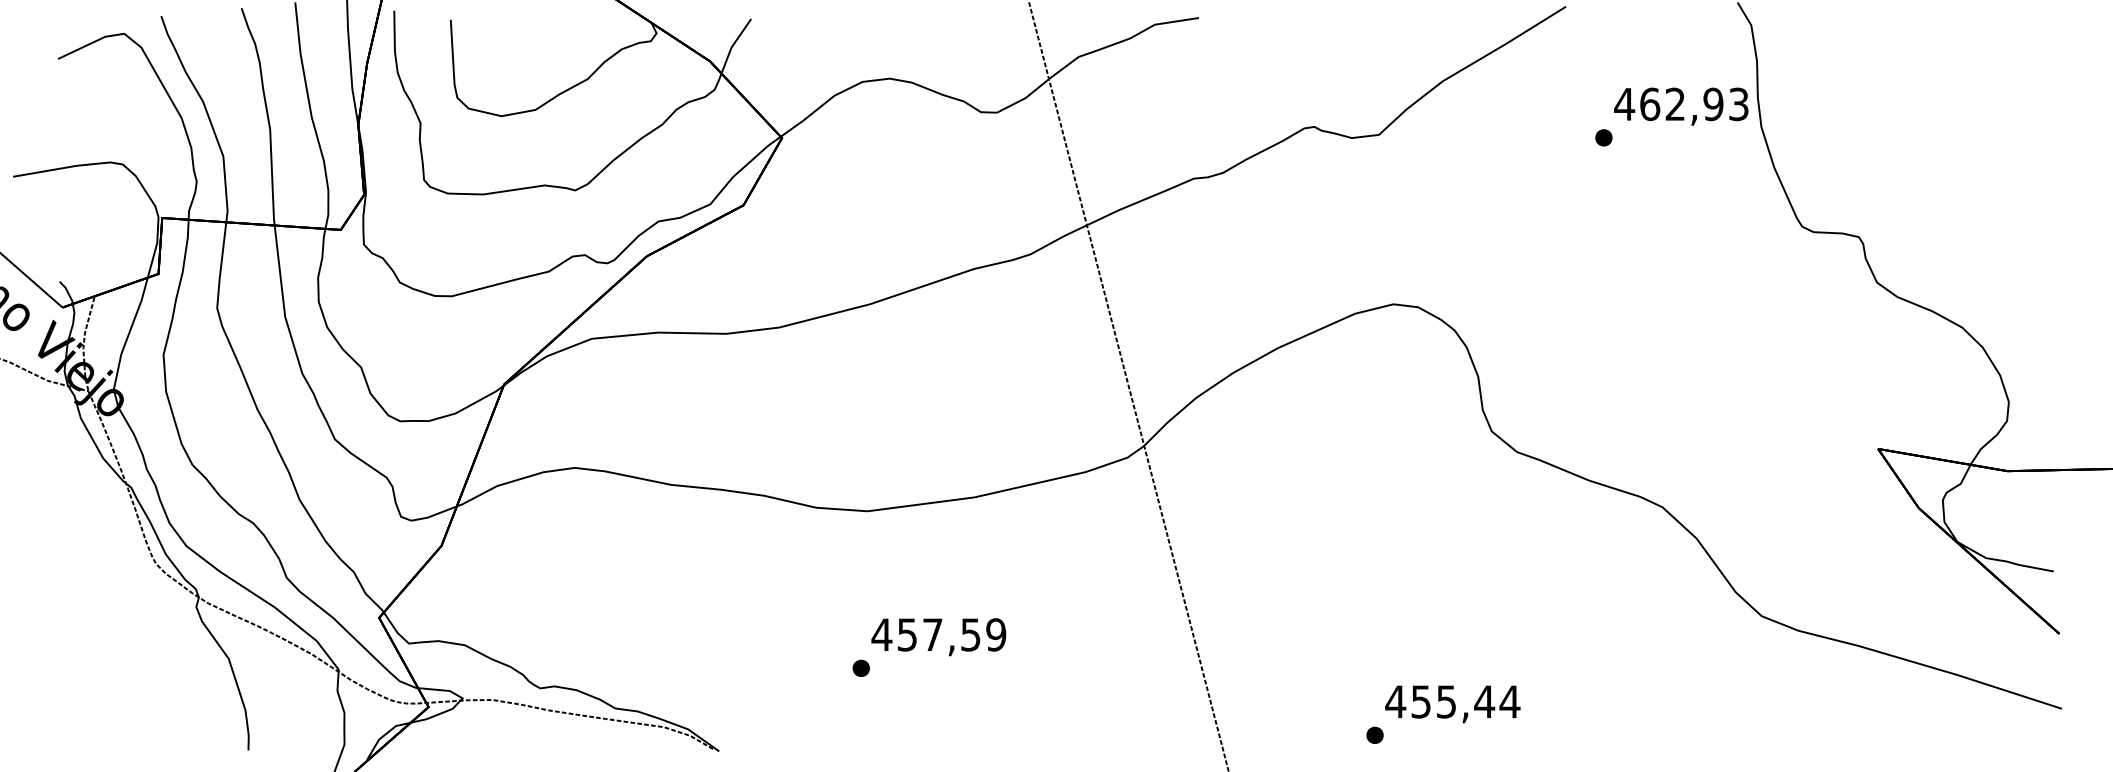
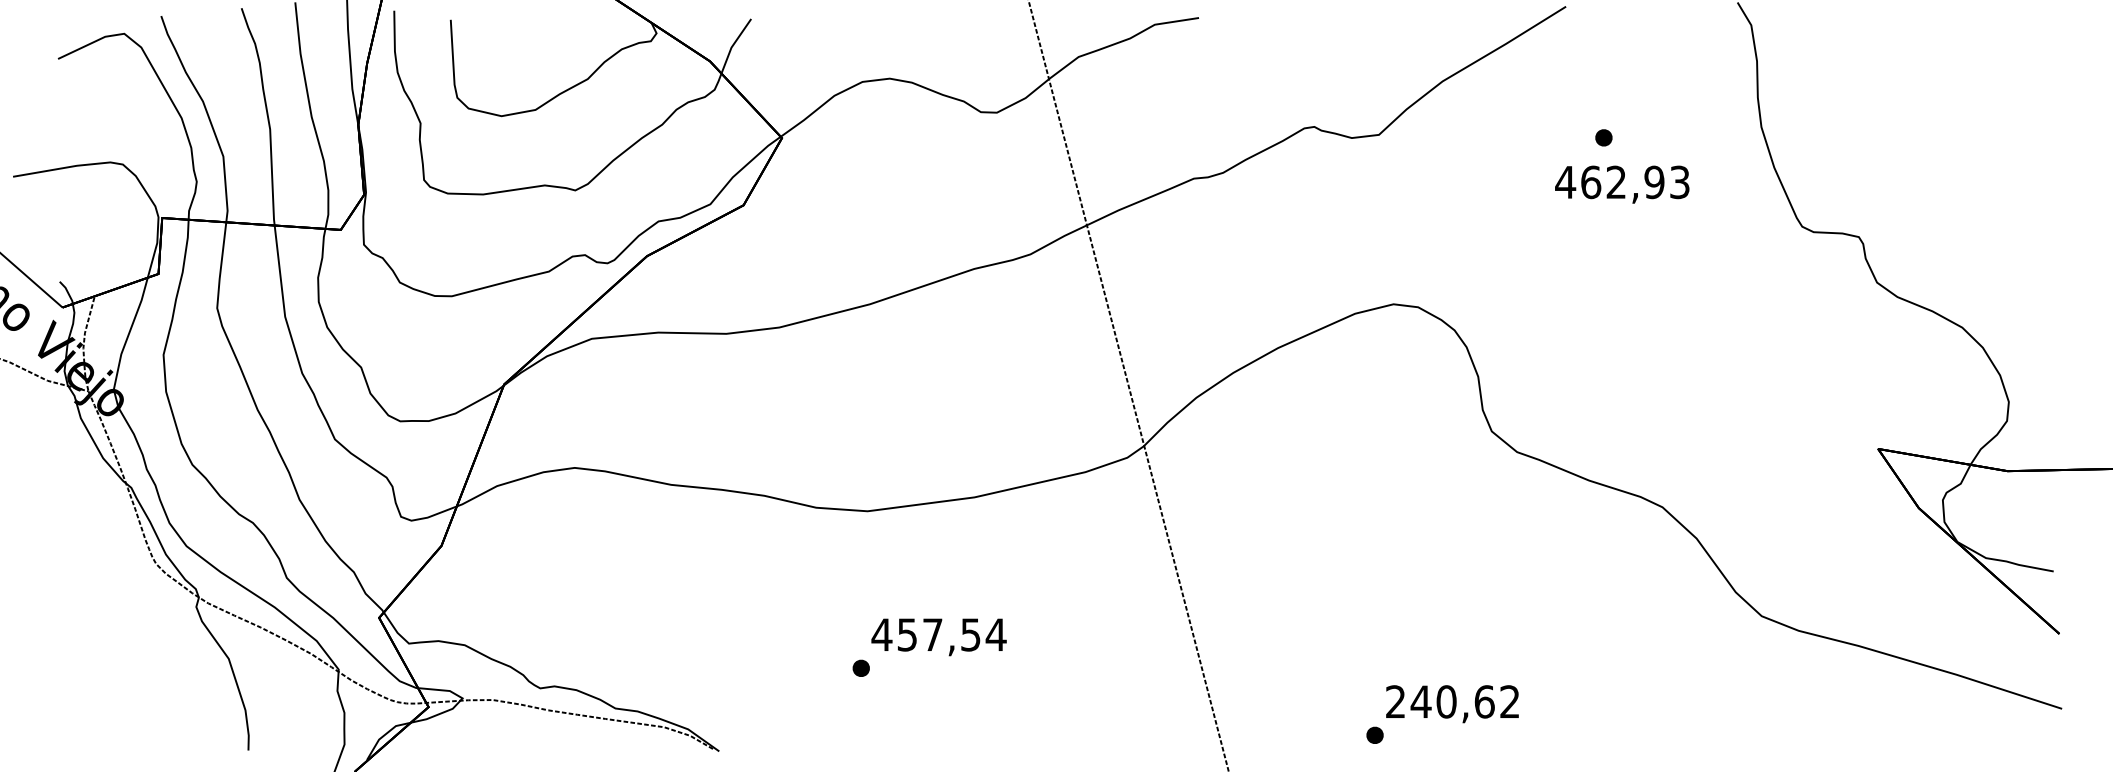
text at (1681, 106) position: (1681, 106) -> (1622, 184)
text at (995, 634): 457,59 -> 457,54
text at (1452, 701): 455,44 -> 240,62
